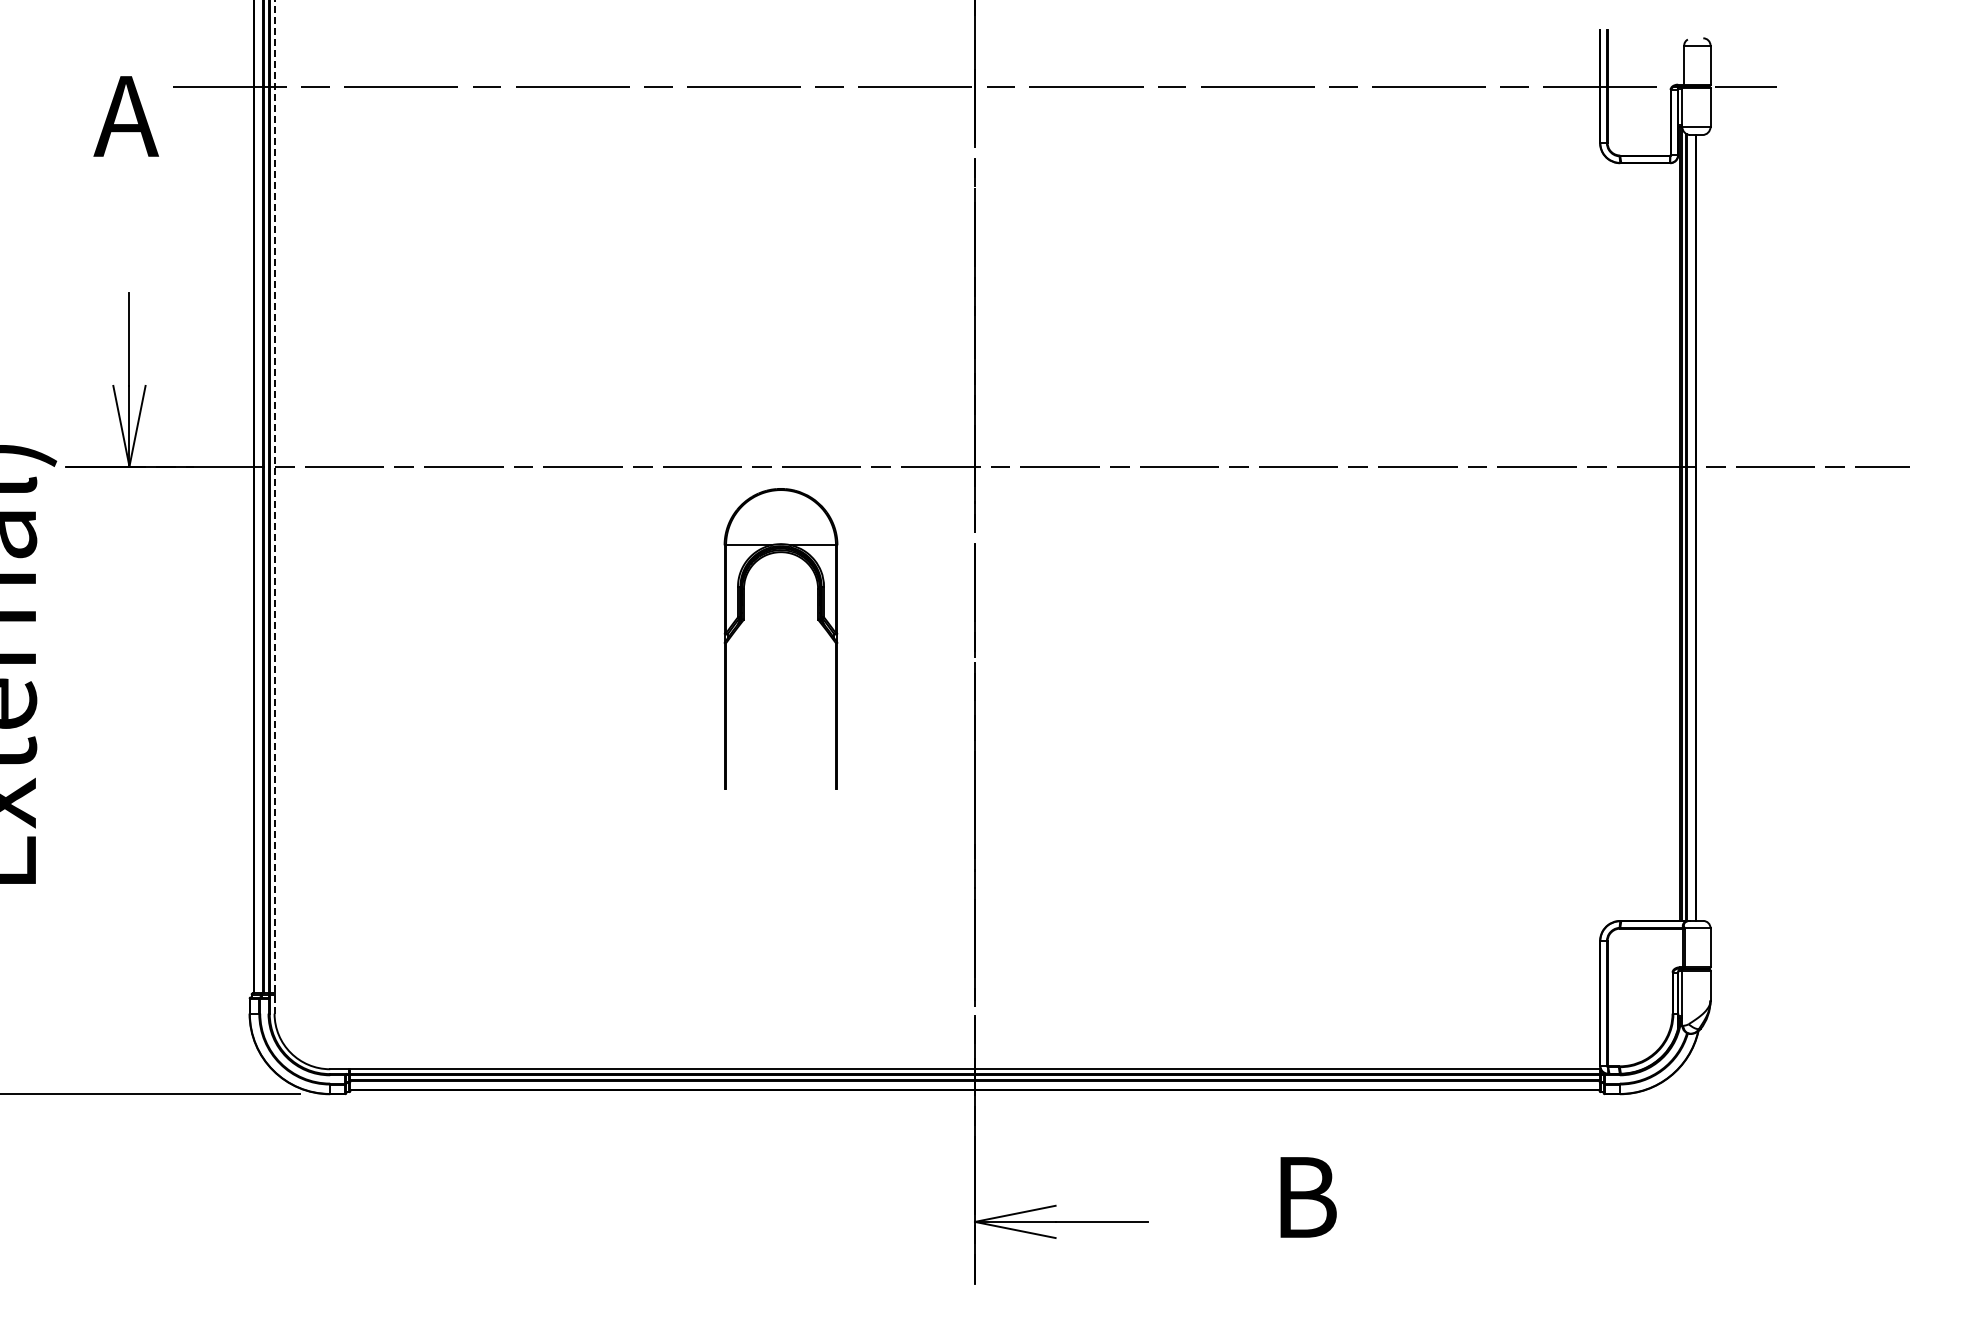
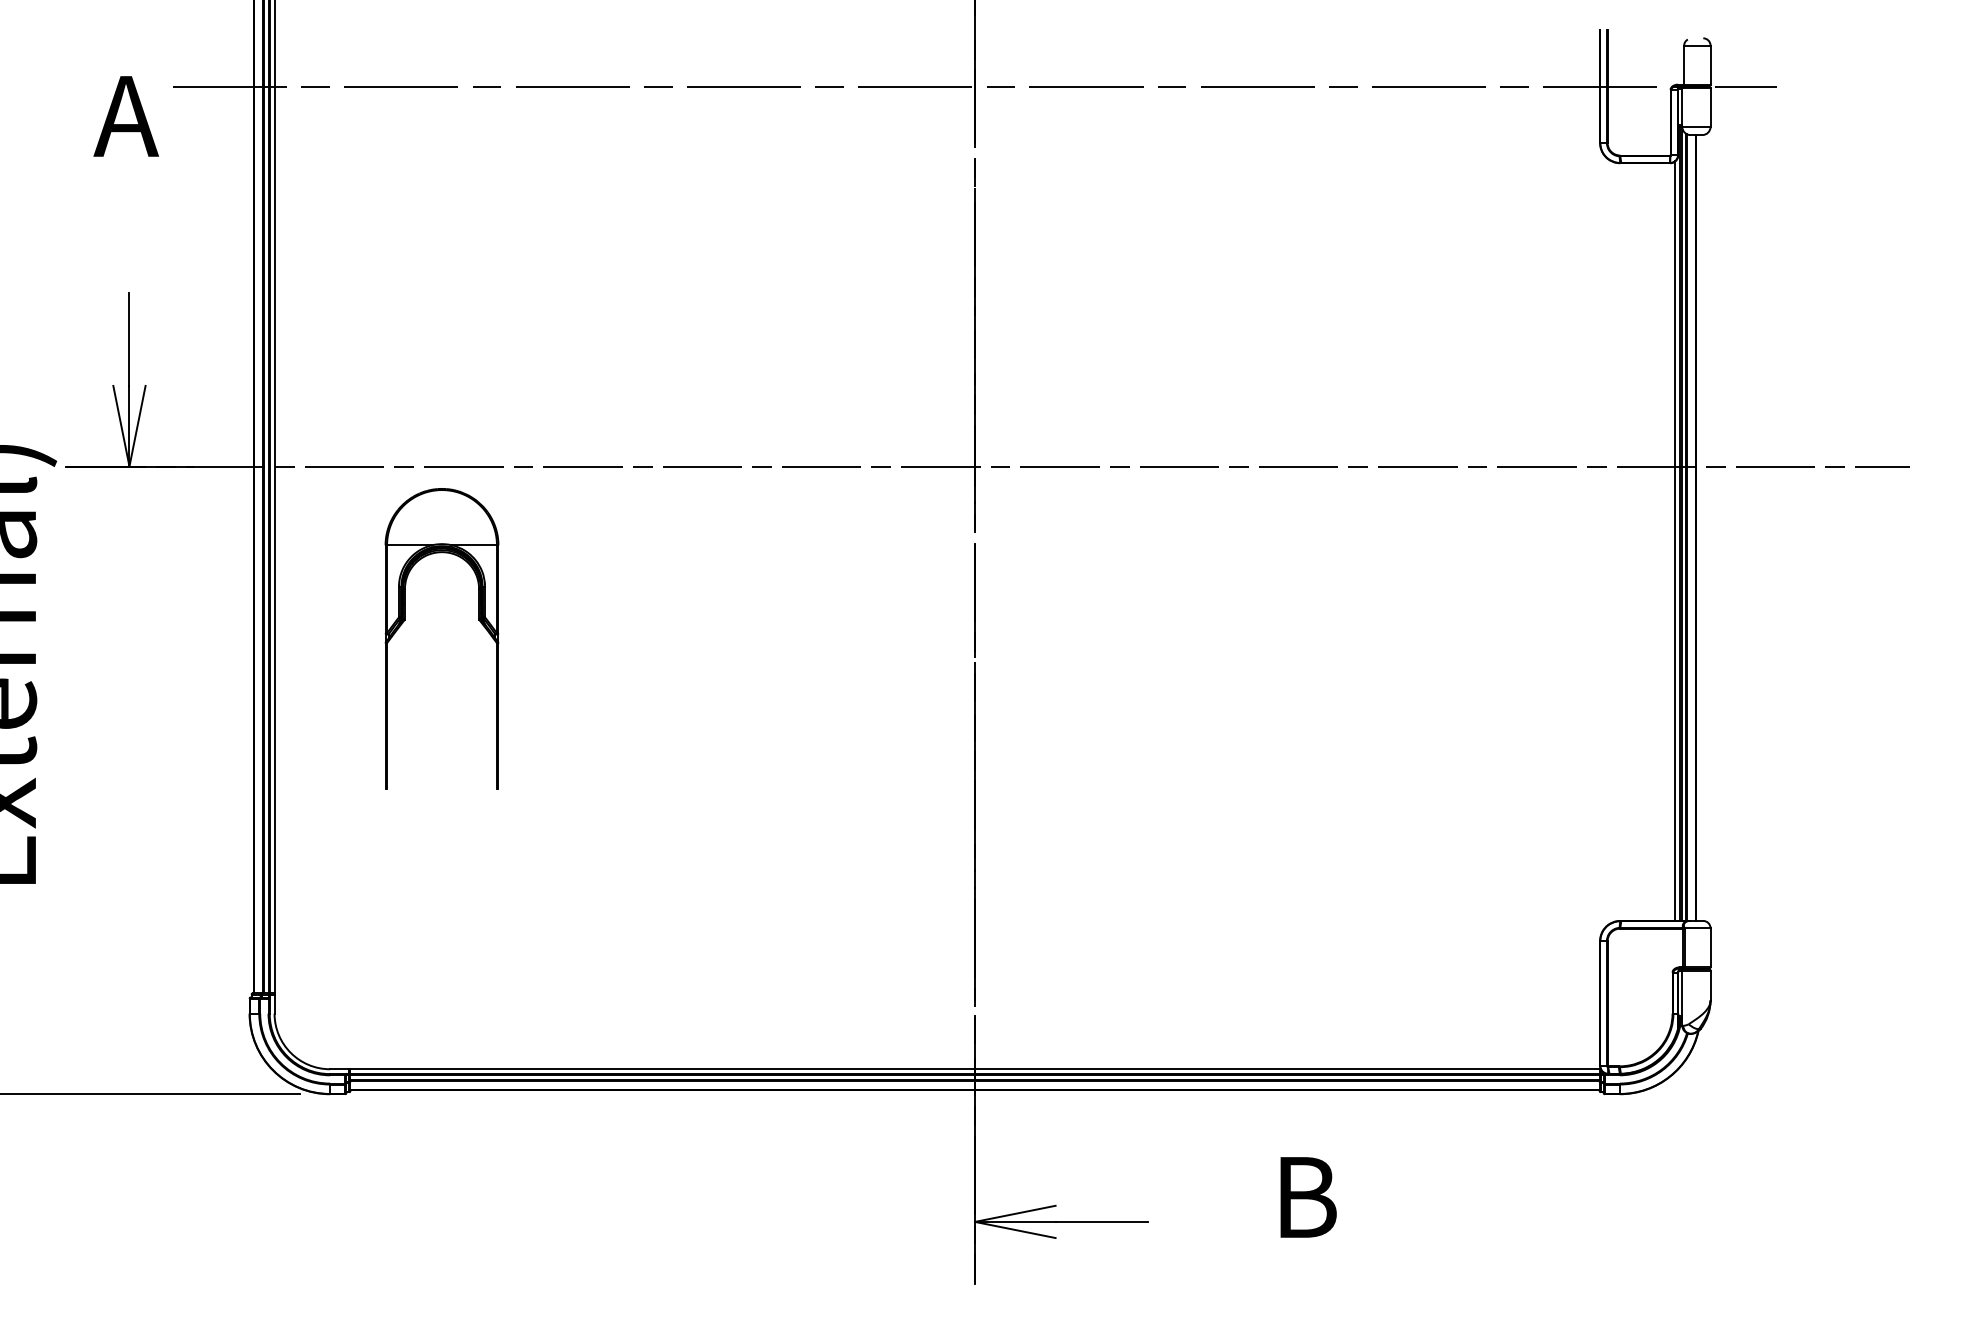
line at (274, 506): dashed -> solid
line at (1675, 540): none -> present
part at (744, 620) position: (744, 620) -> (405, 620)
